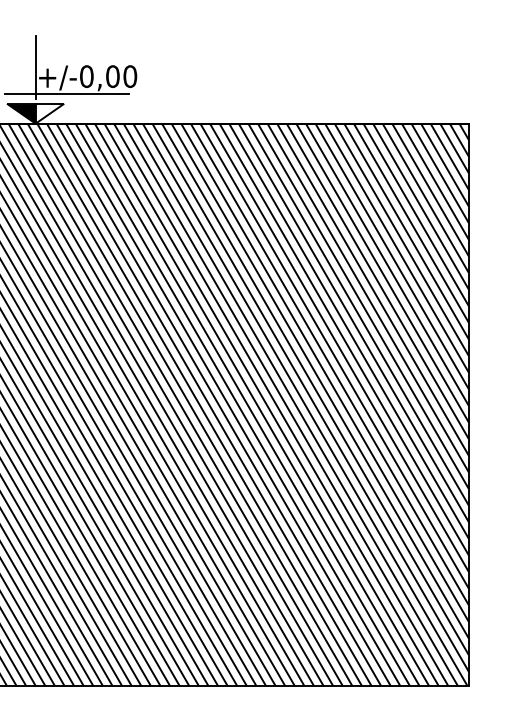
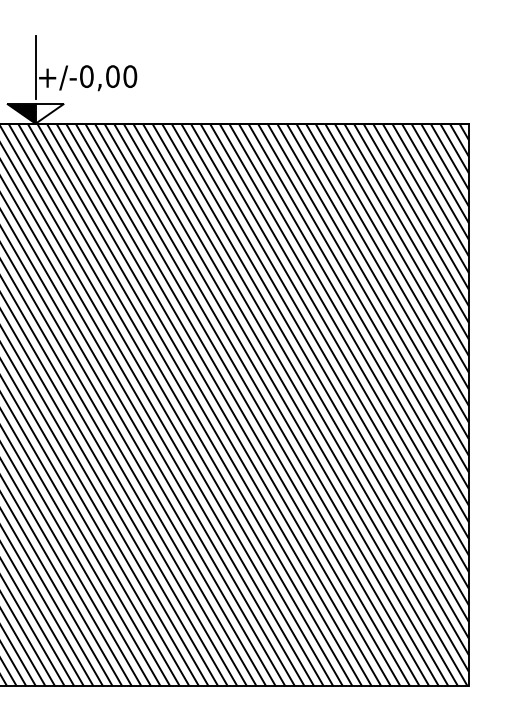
line at (66, 93): present -> none
